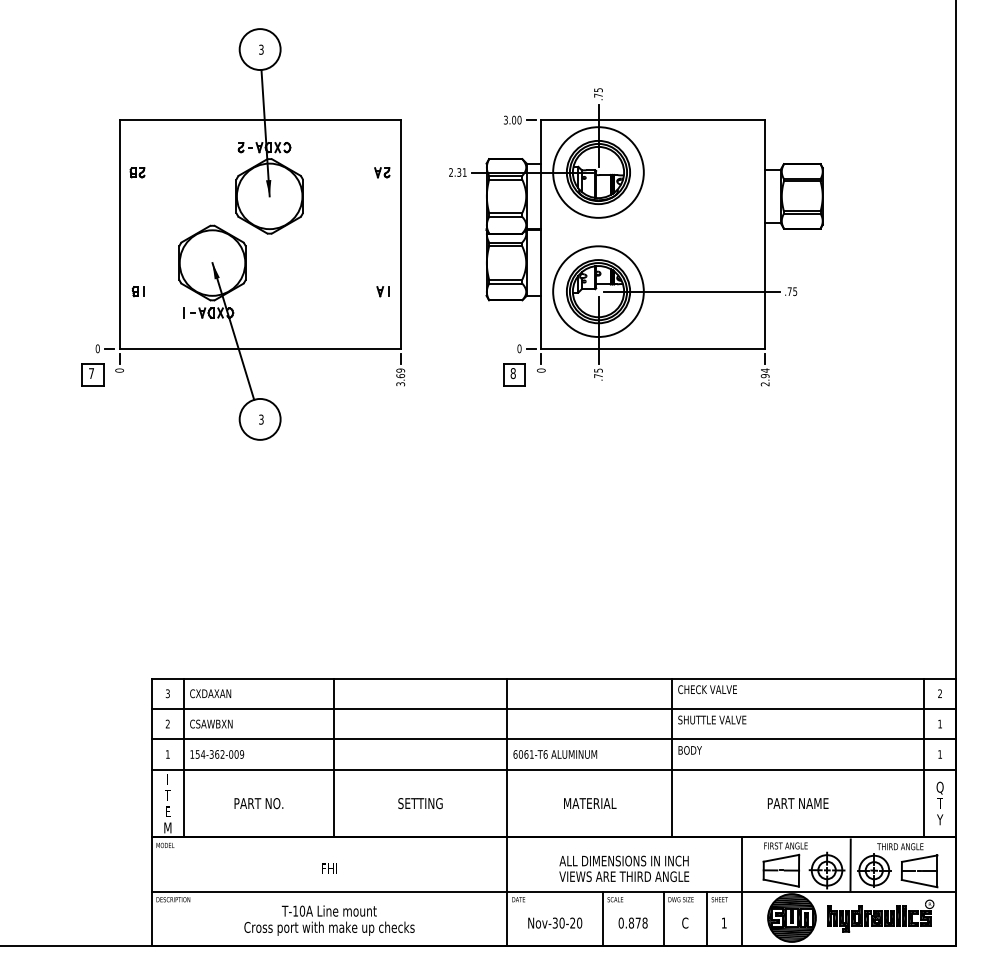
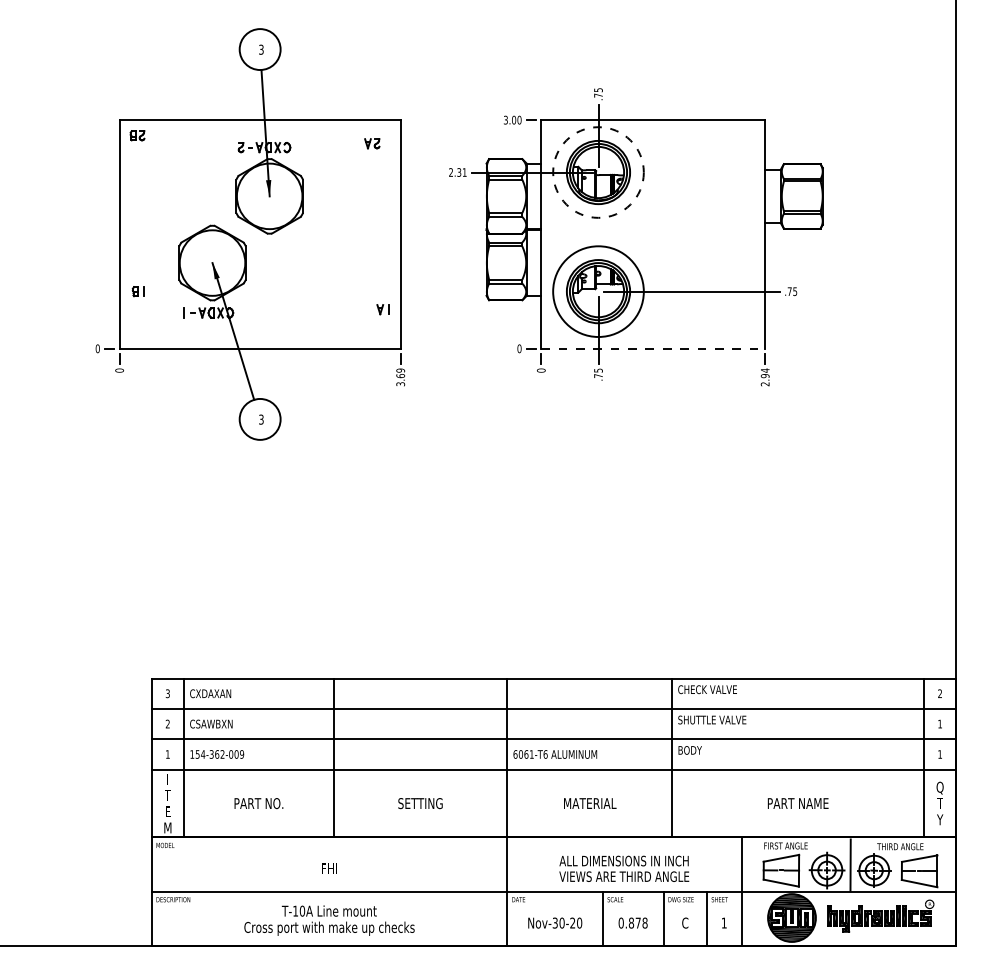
part at (137, 172) position: (137, 172) -> (137, 135)
part at (382, 172) position: (382, 172) -> (372, 143)
circle at (598, 172): solid -> dashed
part at (382, 291) position: (382, 291) -> (382, 309)
line at (653, 348): solid -> dashed
part at (92, 374): present -> none
part at (514, 374): present -> none
